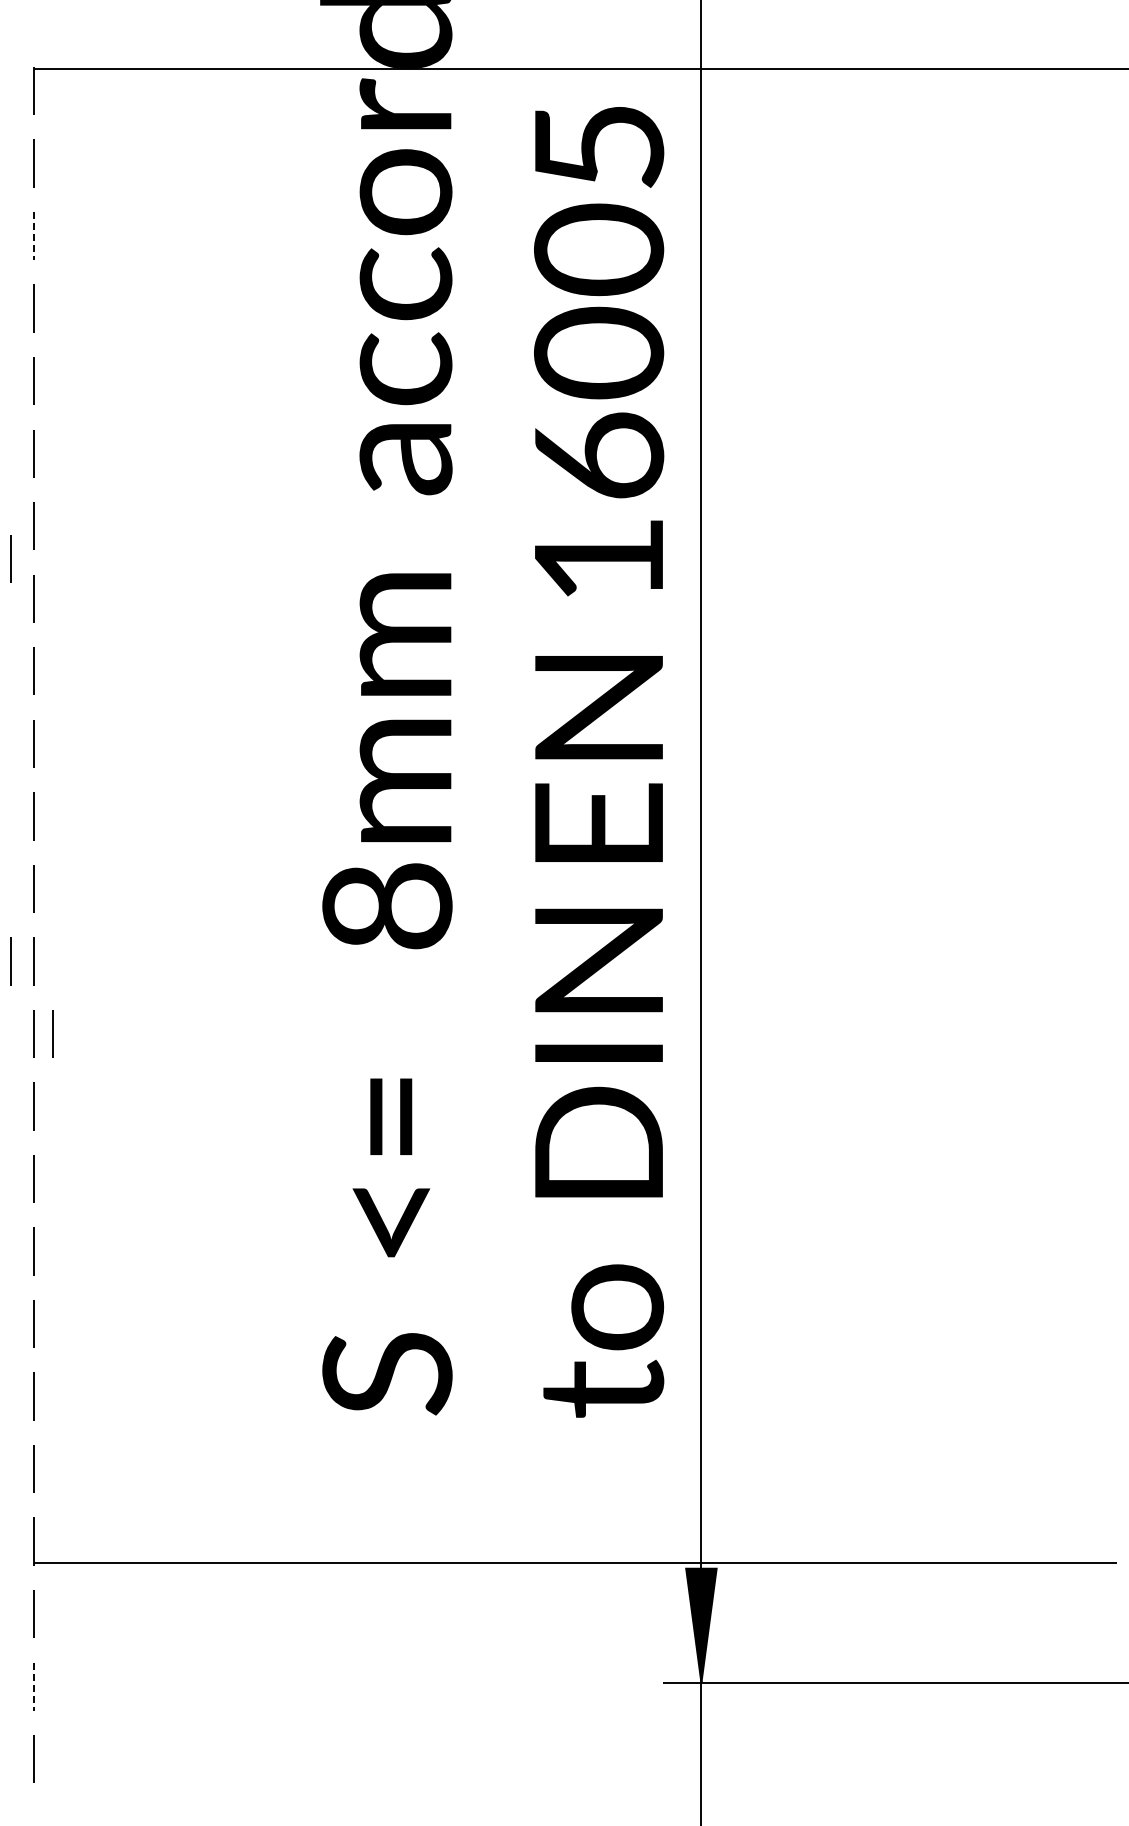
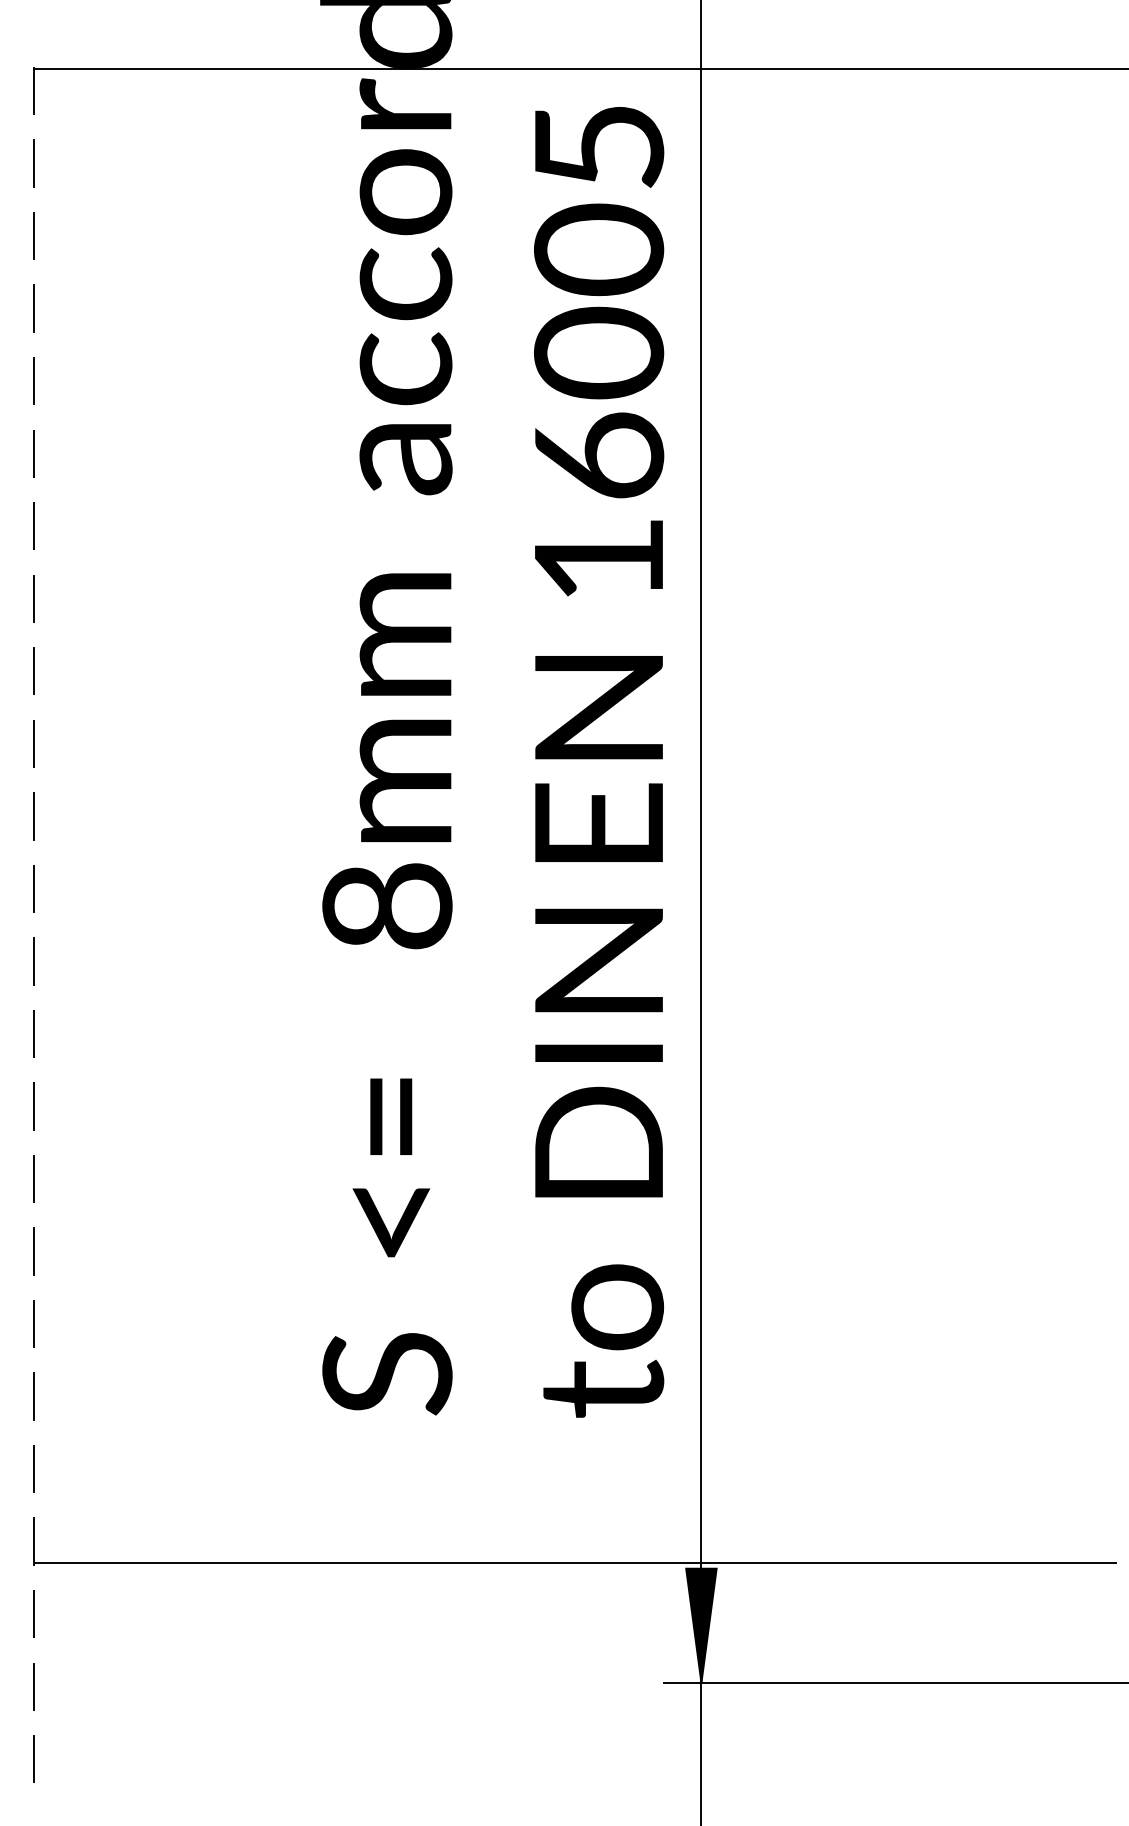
line at (33, 236): dashed -> solid
line at (10, 558): present -> none
line at (10, 961): present -> none
line at (52, 1033): present -> none
line at (33, 1687): dashed -> solid
